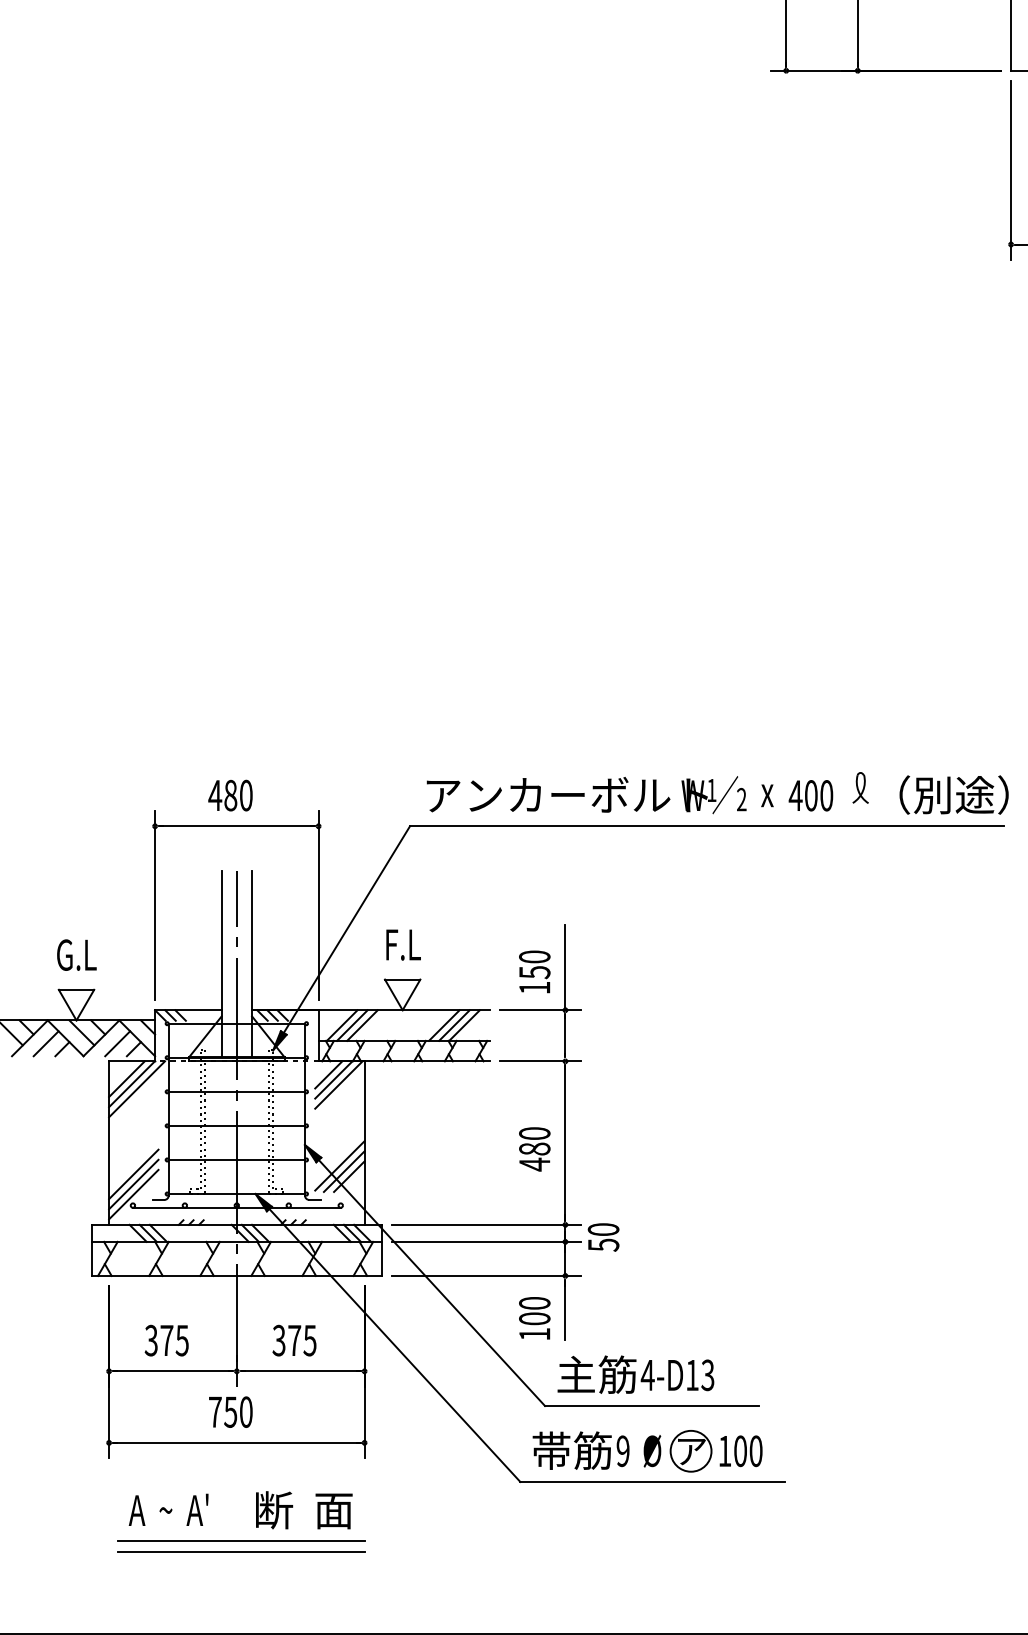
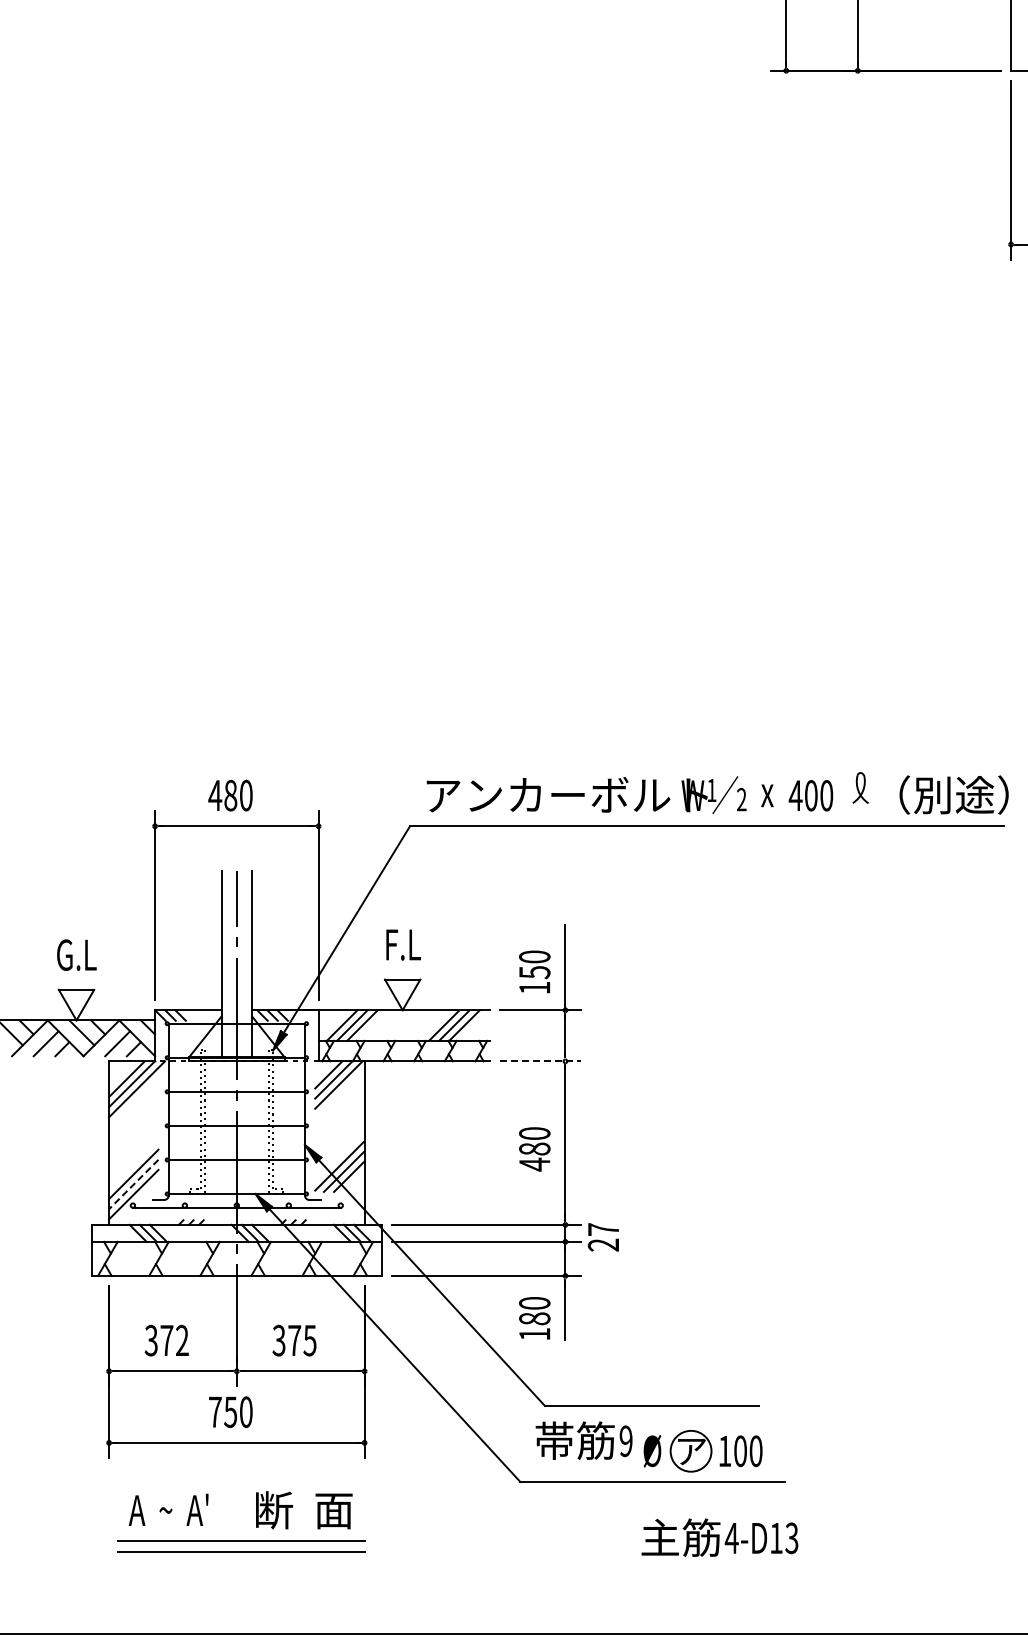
line at (540, 1061): solid -> dashed
line at (133, 1184): solid -> dashed
text at (603, 1237): 50 -> 27
text at (534, 1318): 100 -> 180
text at (181, 1340): 375 -> 372
text at (635, 1374) position: (635, 1374) -> (719, 1537)
text at (580, 1450) position: (580, 1450) -> (583, 1440)
